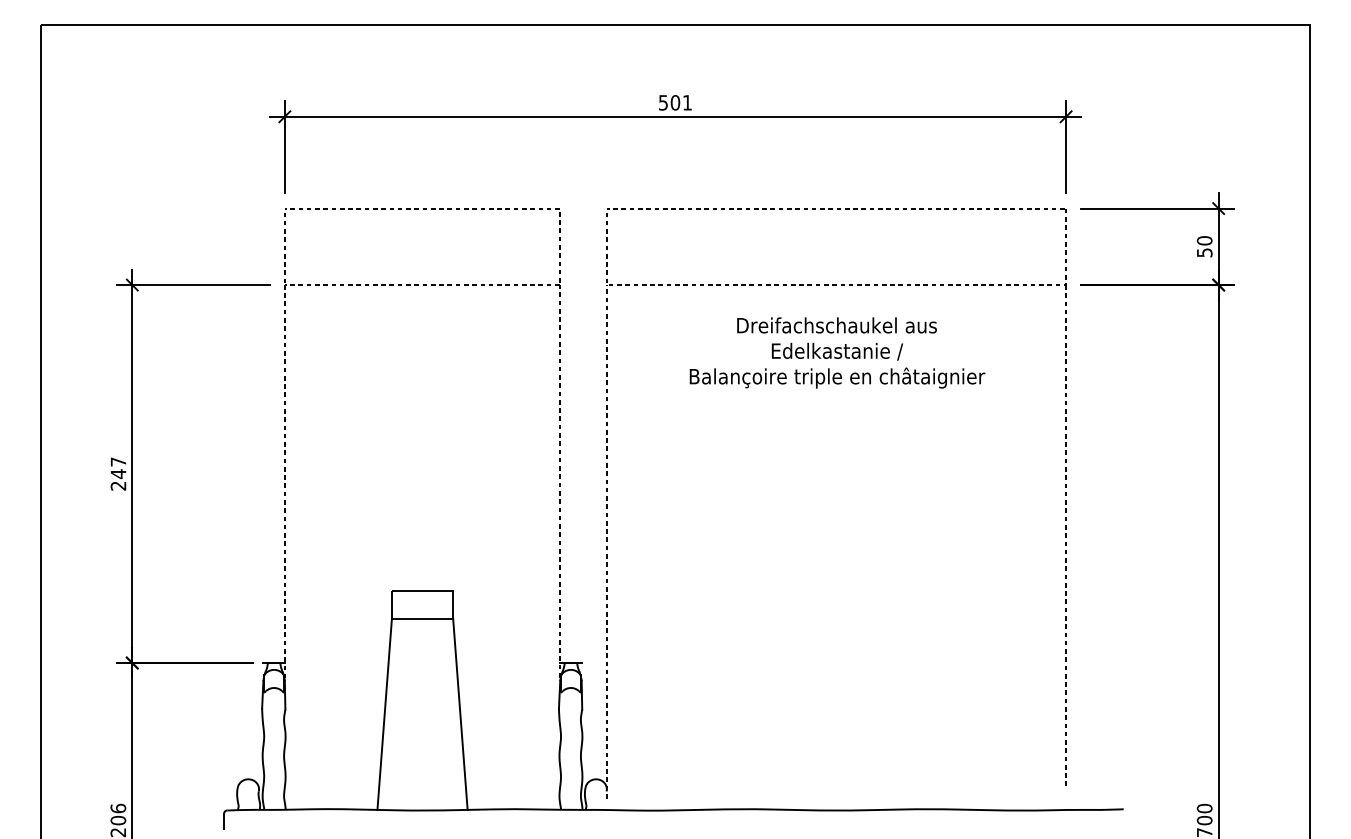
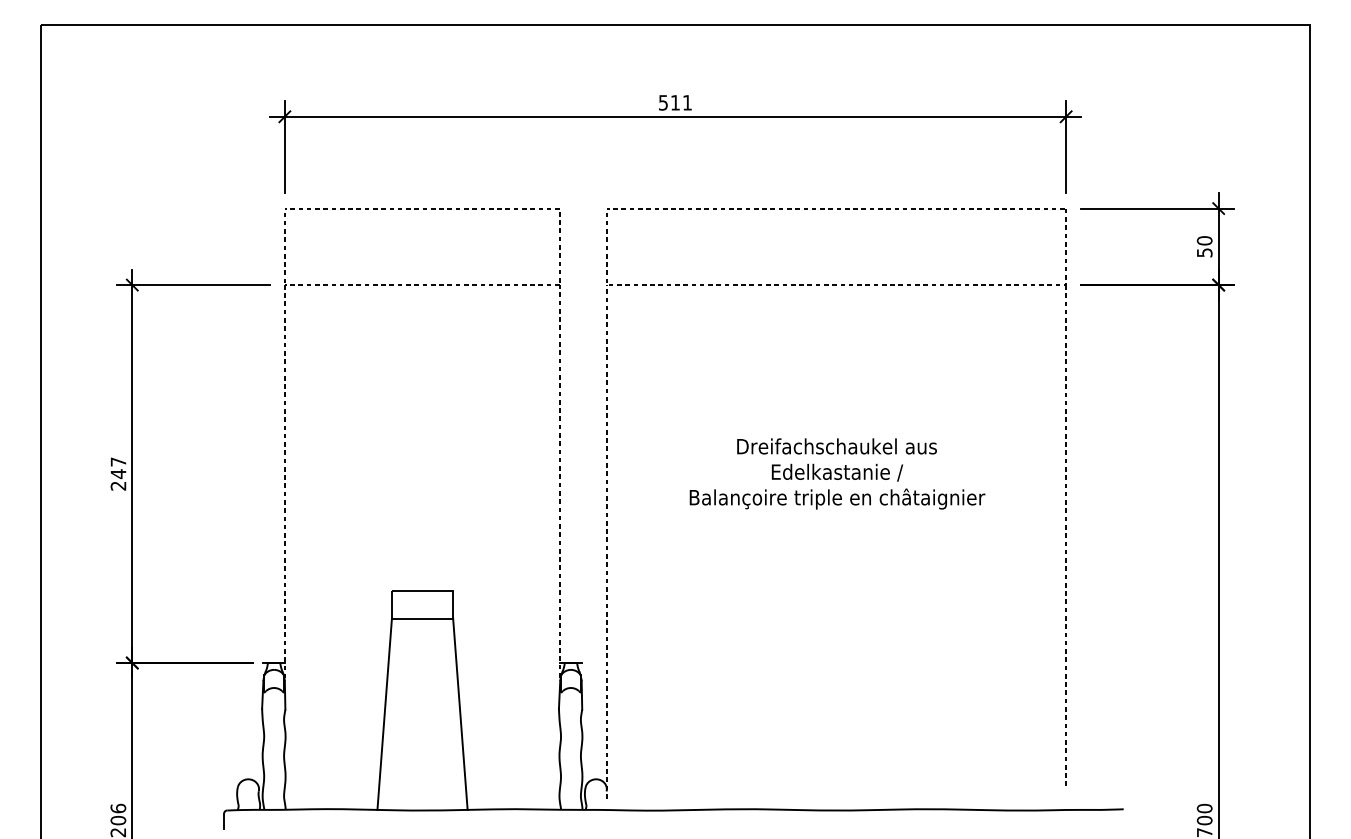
text at (675, 102): 501 -> 511
text at (837, 352) position: (837, 352) -> (837, 473)
